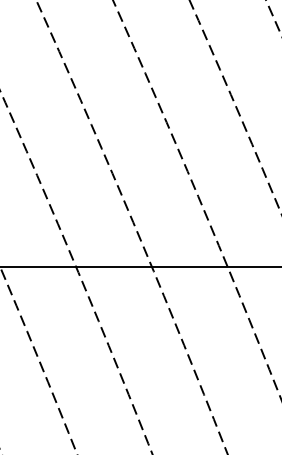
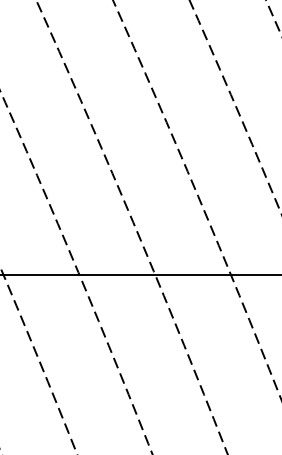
line at (140, 267) position: (140, 267) -> (140, 275)
